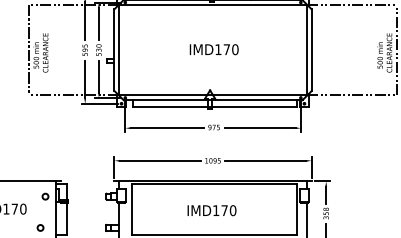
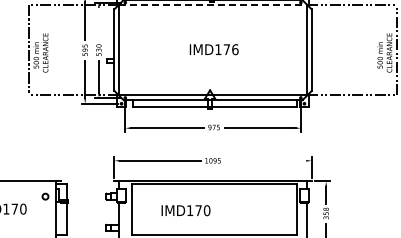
line at (213, 4): solid -> dashed
line at (98, 23): present -> none
text at (235, 49): IMD170 -> IMD176
line at (265, 160): present -> none
text at (211, 210) position: (211, 210) -> (185, 210)
circle at (40, 227): present -> none
